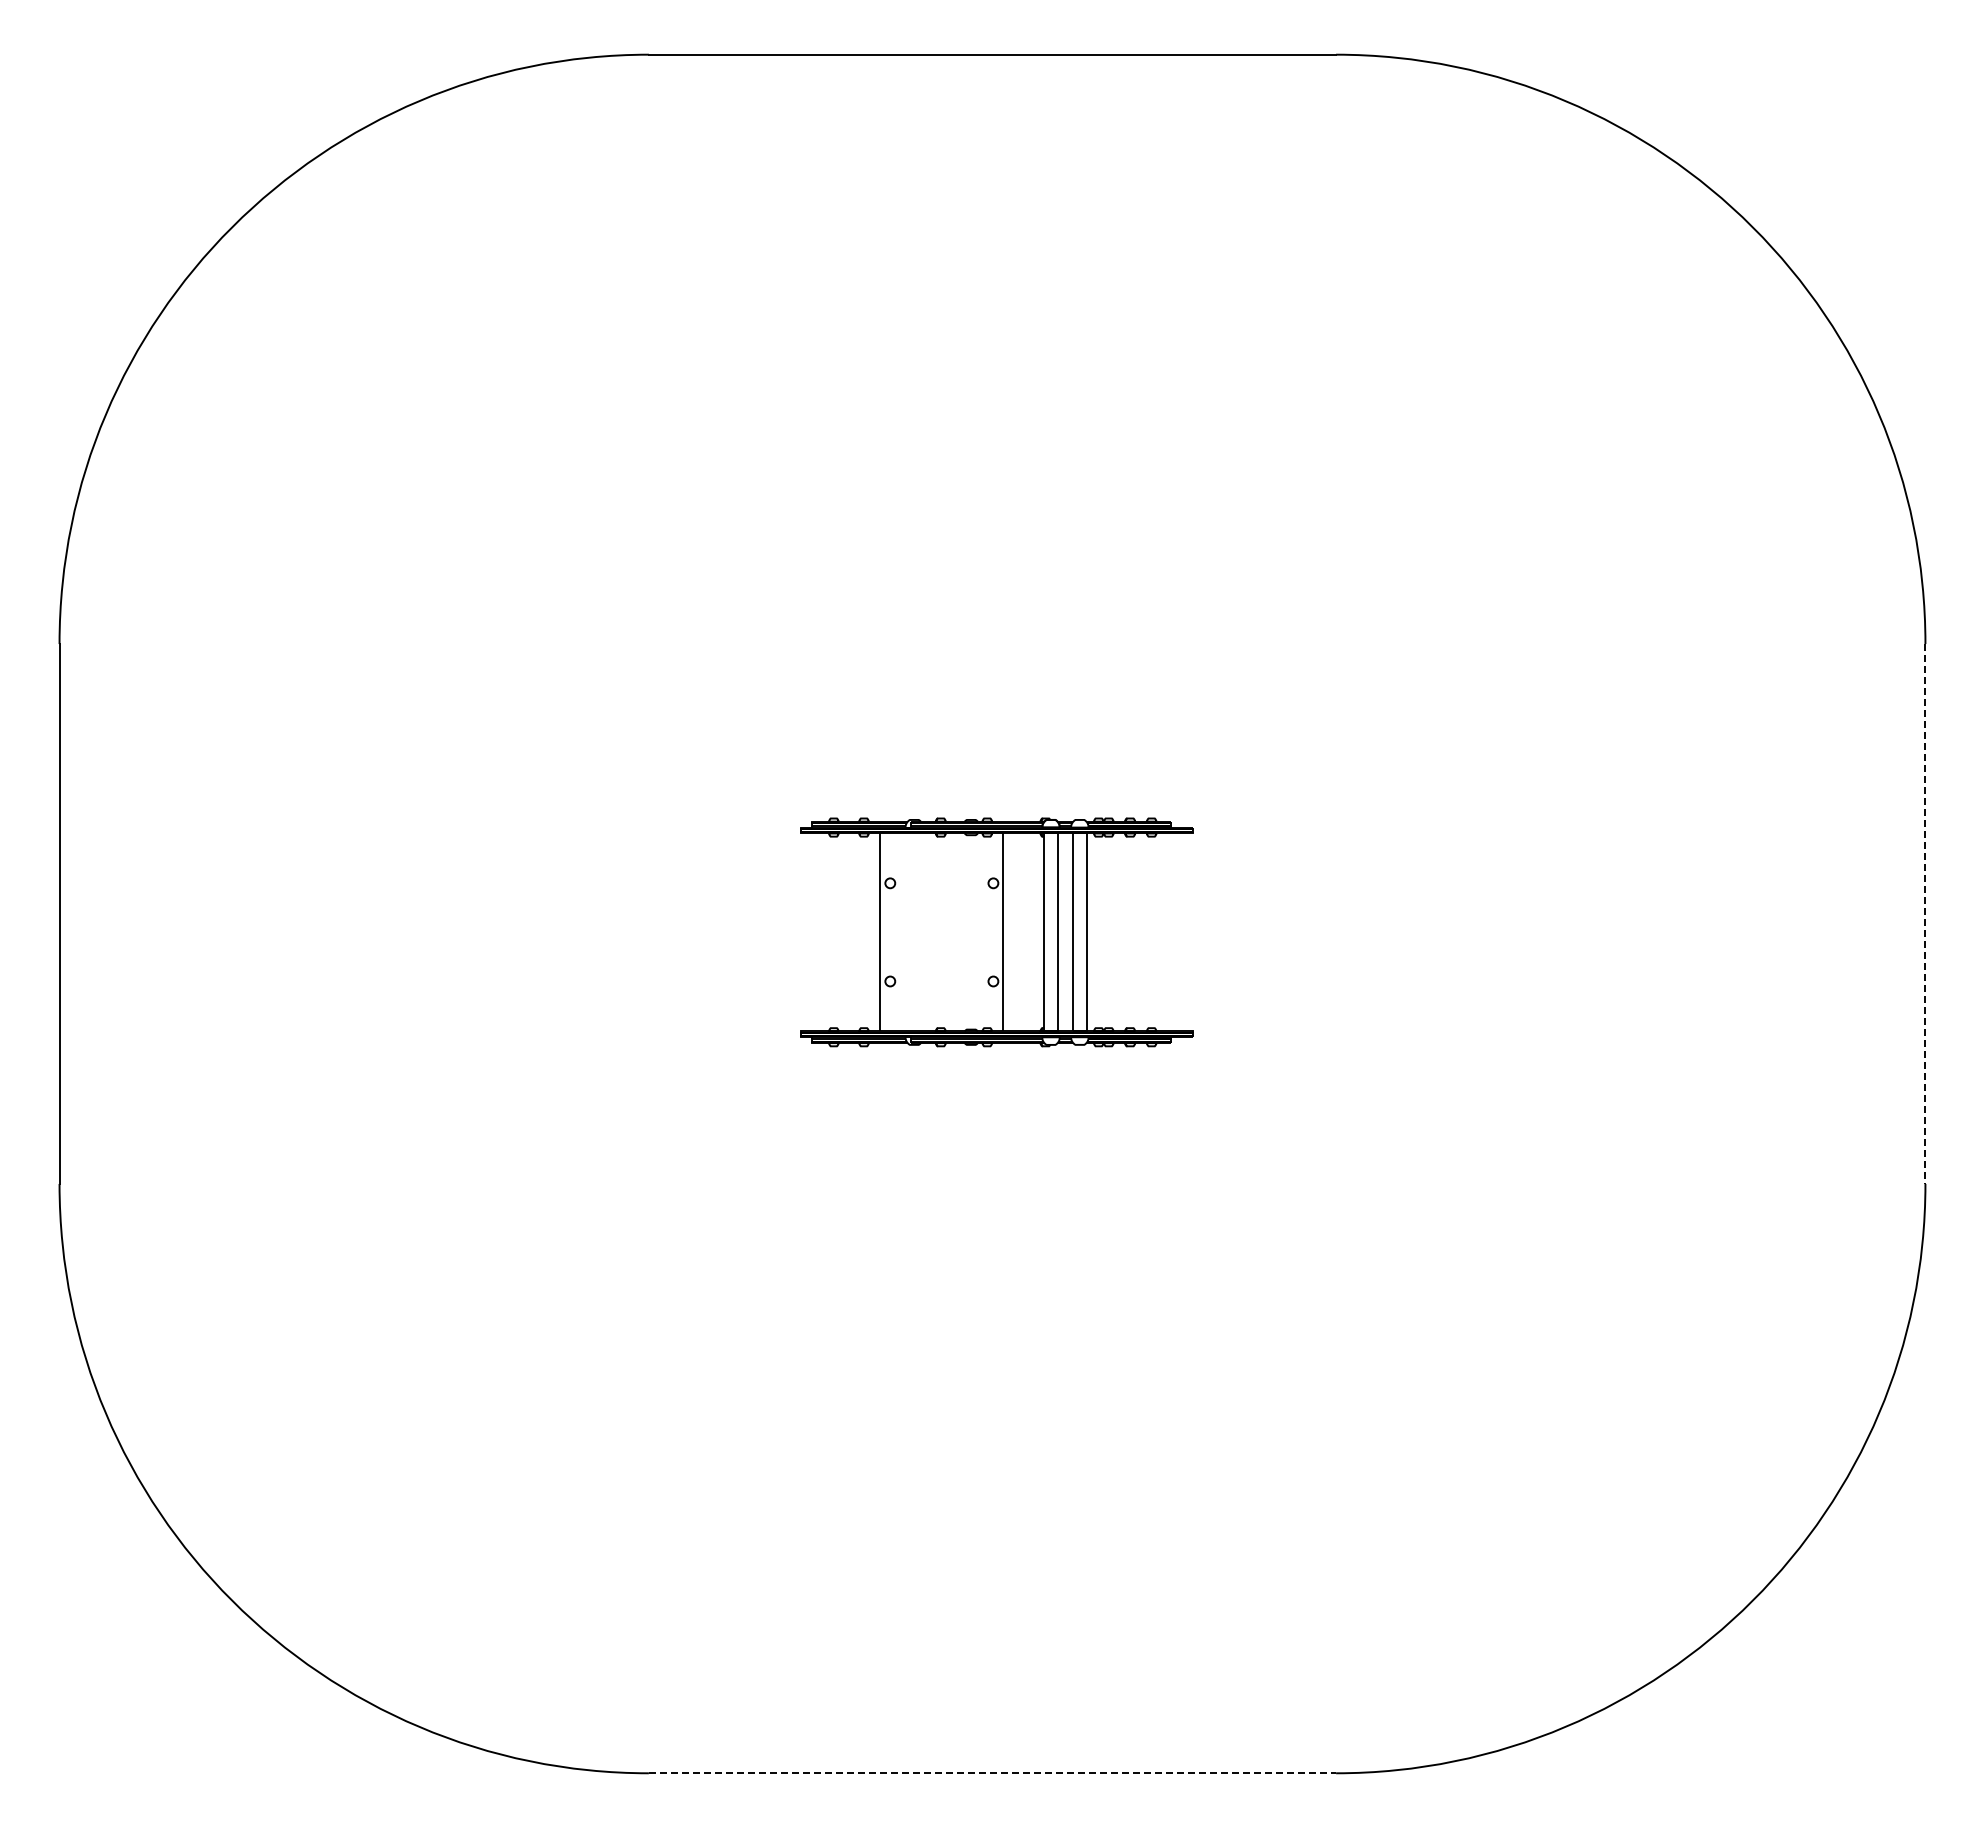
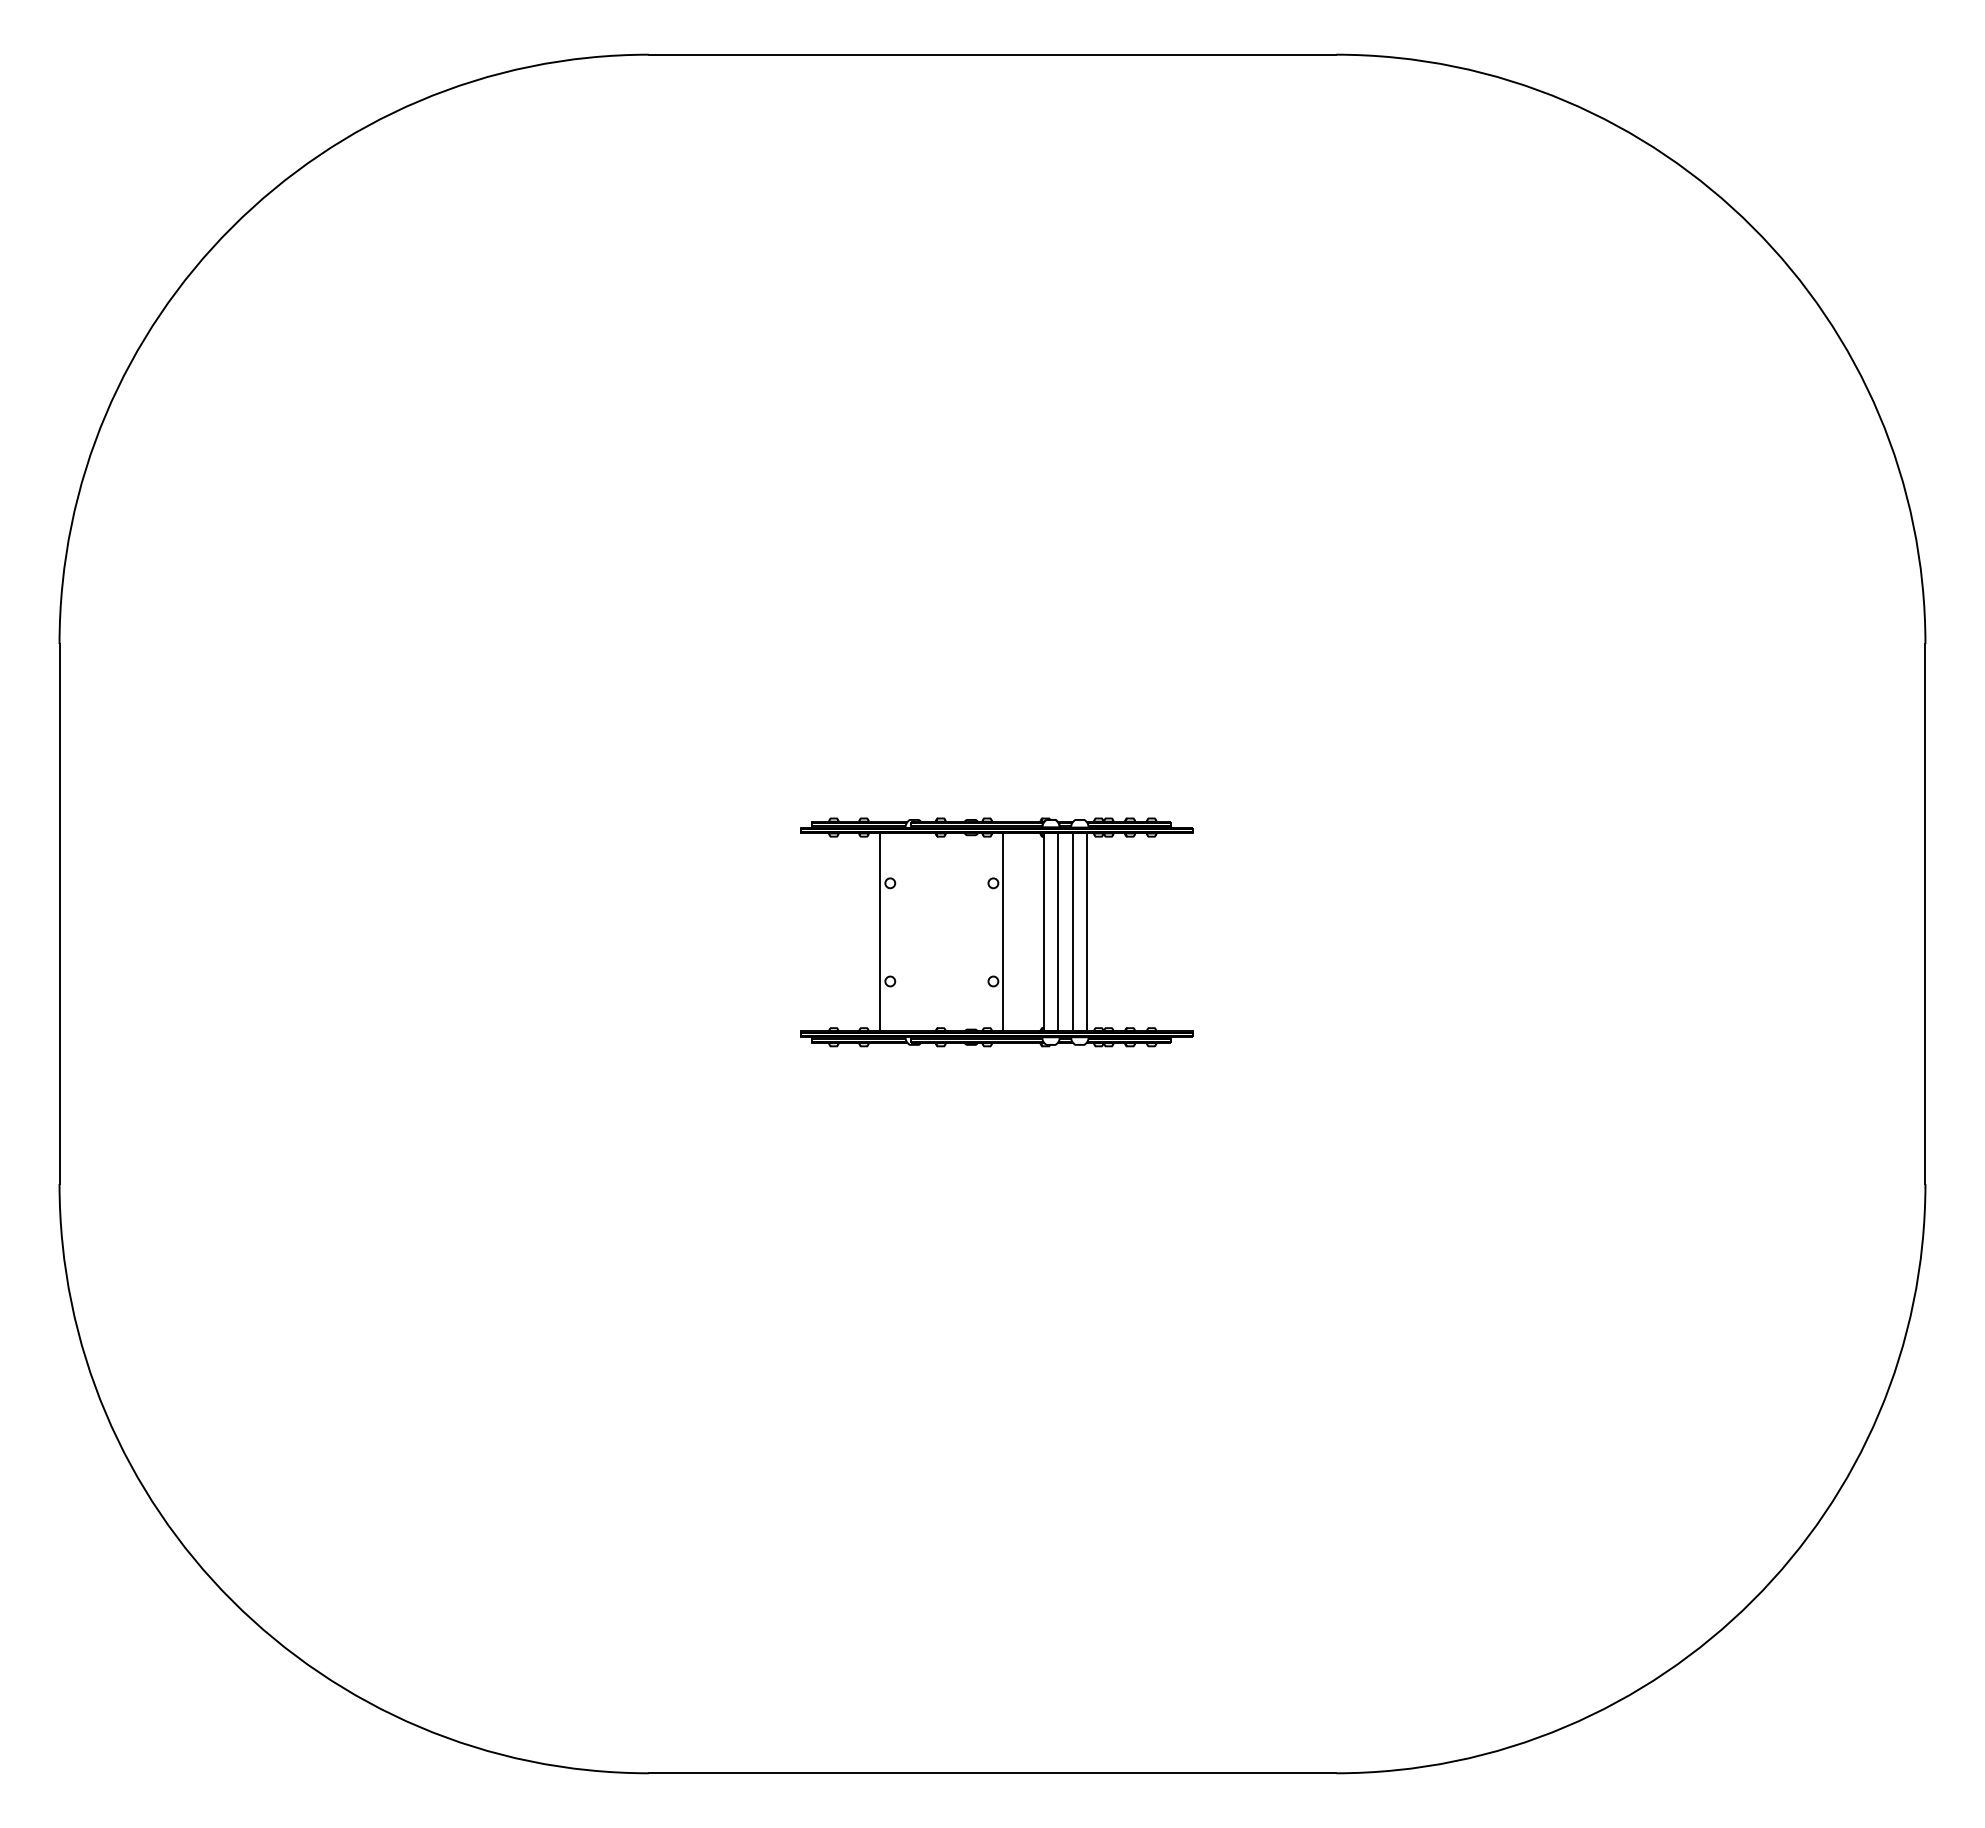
line at (1925, 914): dashed -> solid
line at (992, 1773): dashed -> solid
